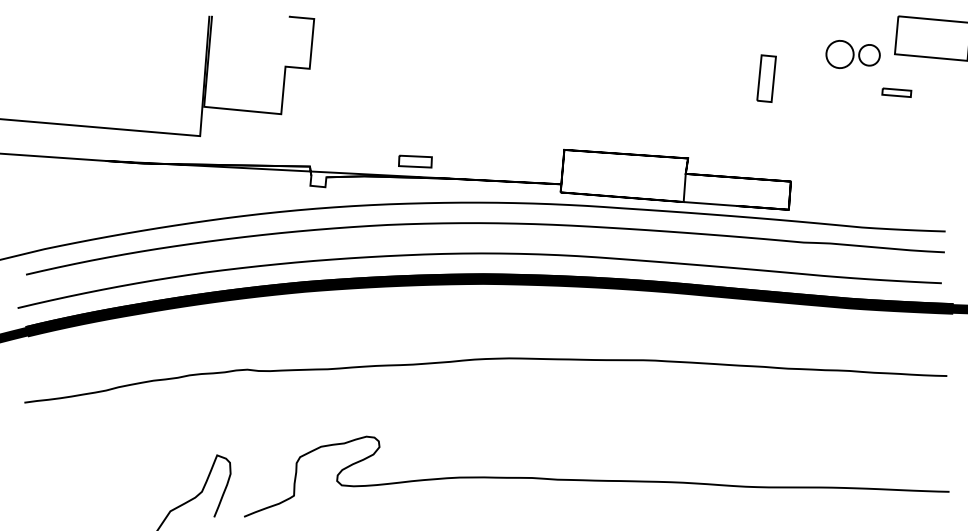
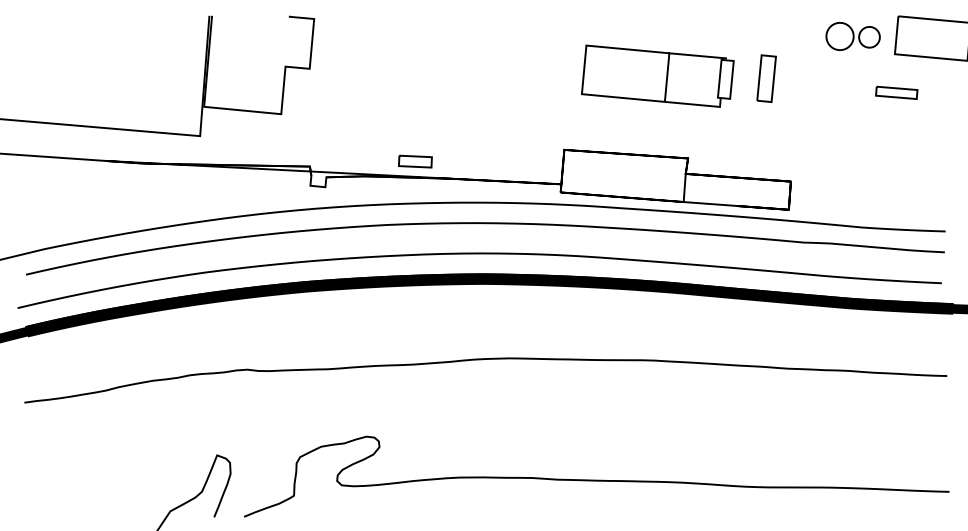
part at (852, 54) position: (852, 54) -> (852, 36)
part at (657, 75): none -> present
part at (896, 92) size: 32x11 px -> 44x15 px
